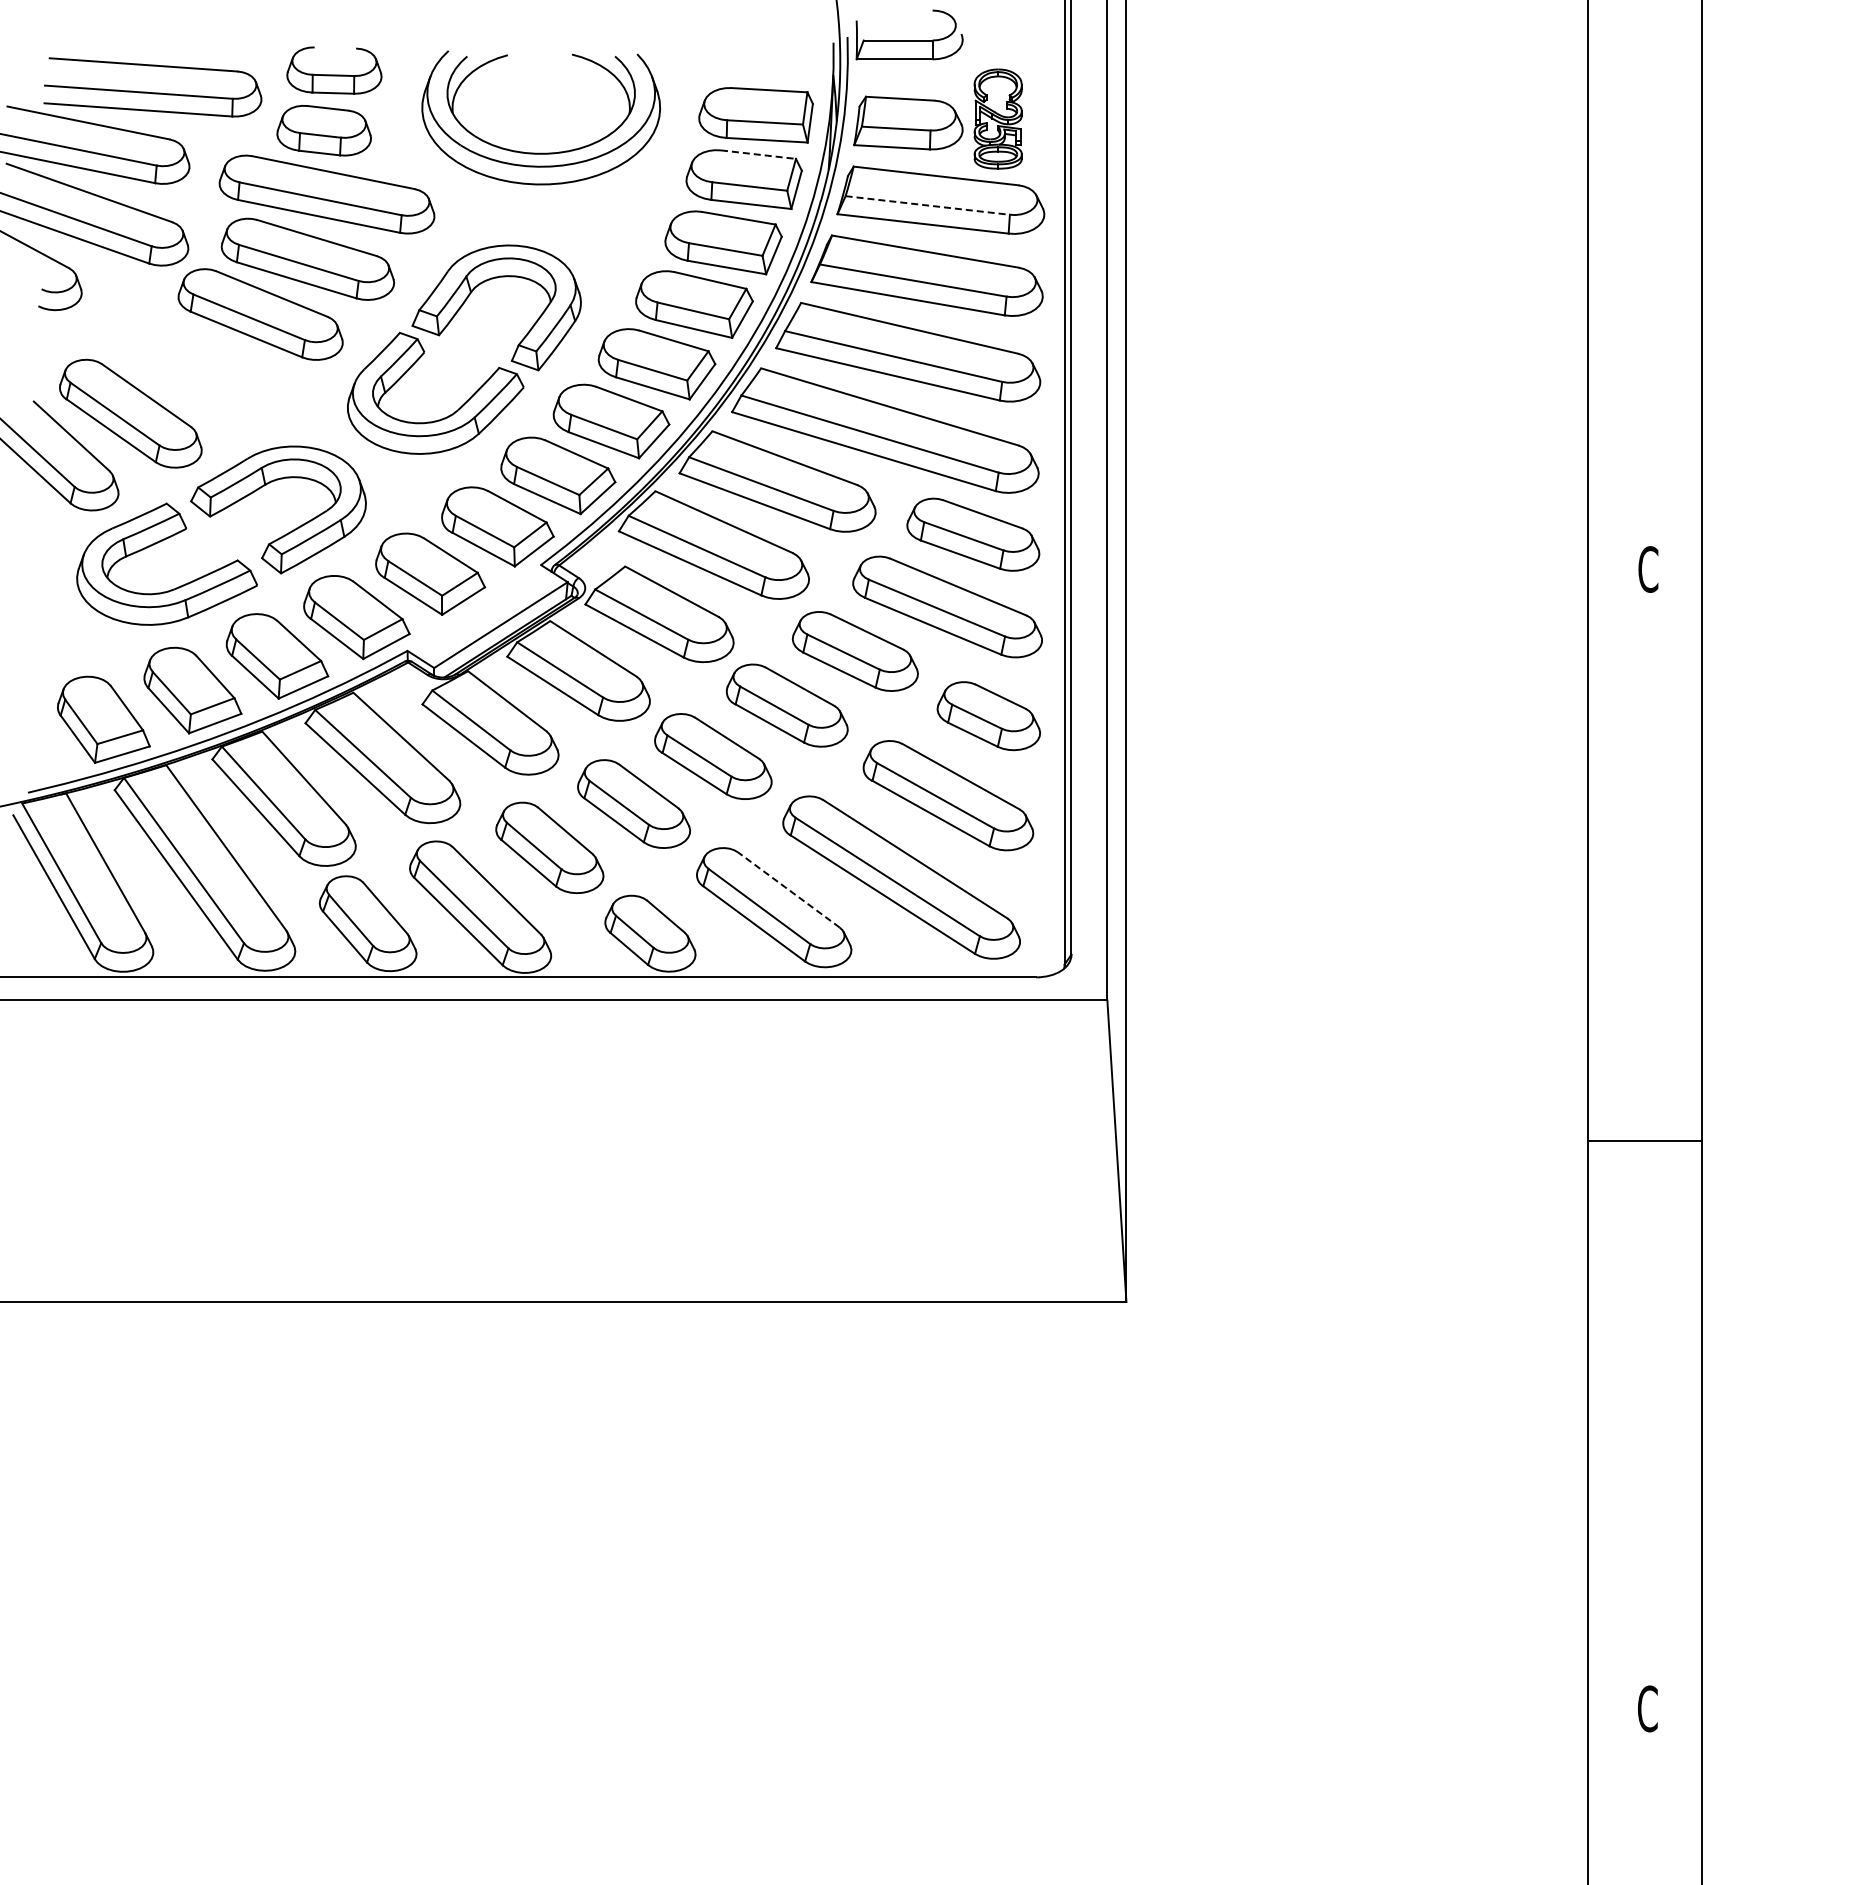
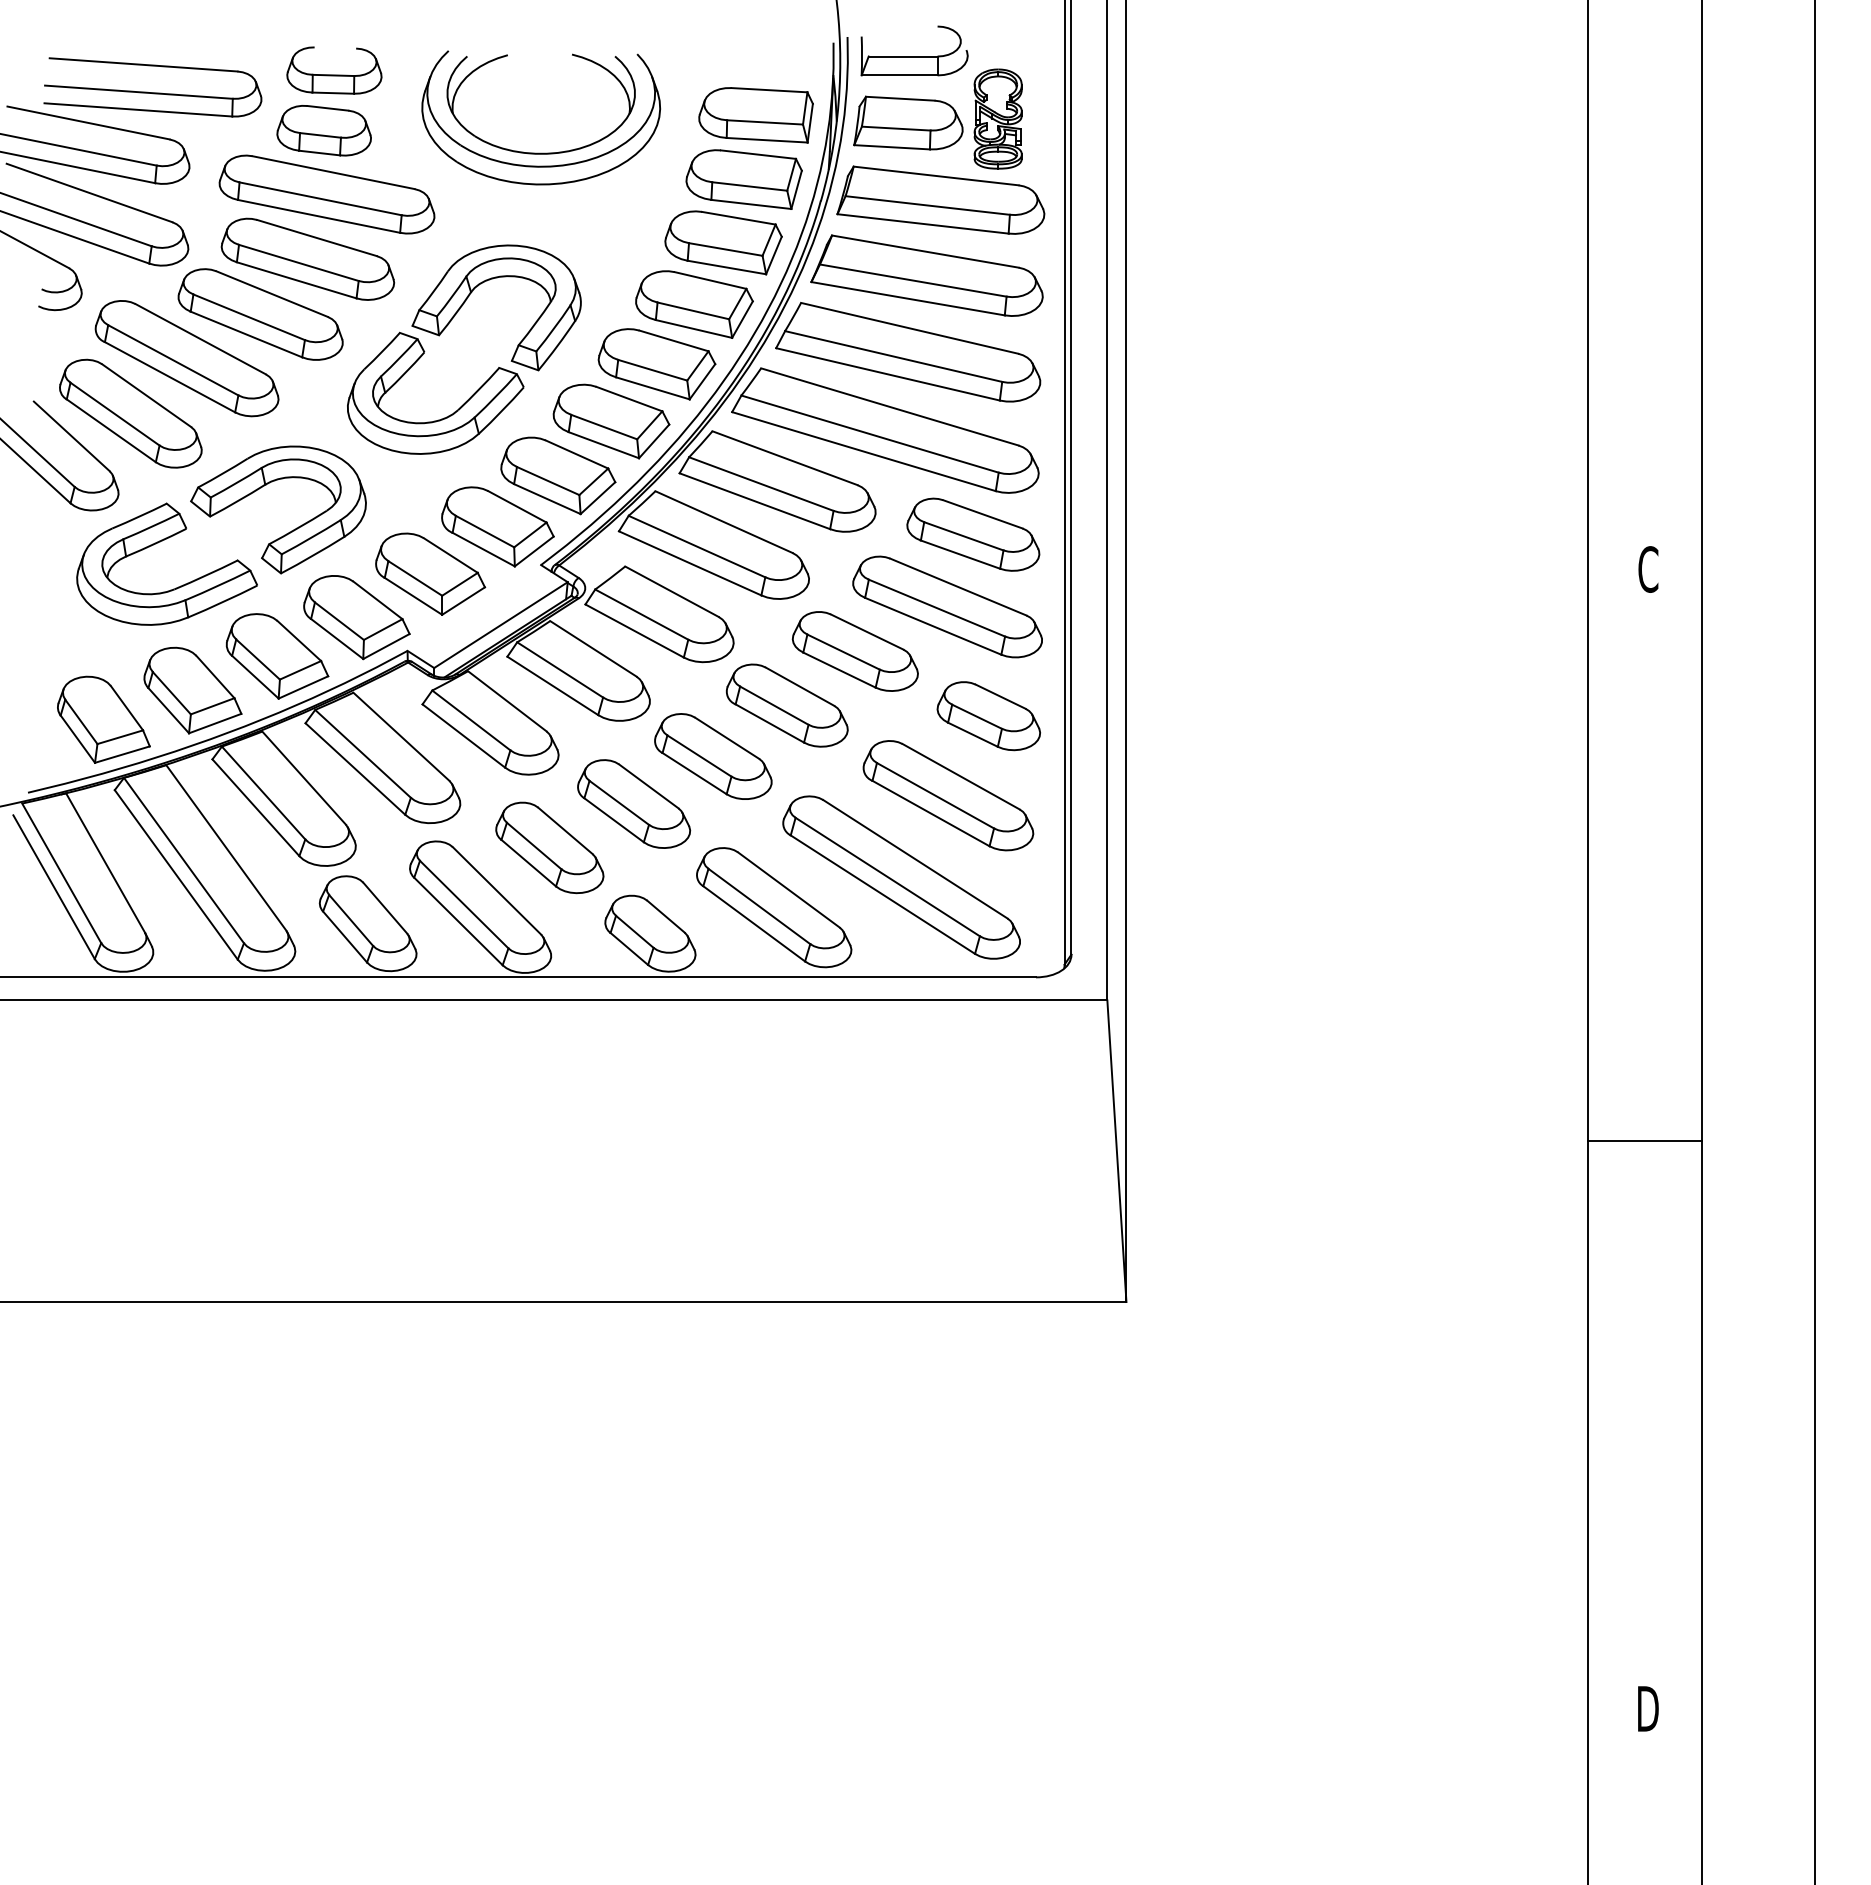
part at (909, 34) position: (909, 34) -> (914, 50)
line at (758, 154): dashed -> solid
line at (927, 205): dashed -> solid
part at (186, 358): none -> present
line at (788, 889): dashed -> solid
line at (1814, 941): none -> present
text at (1648, 1708): C -> D
